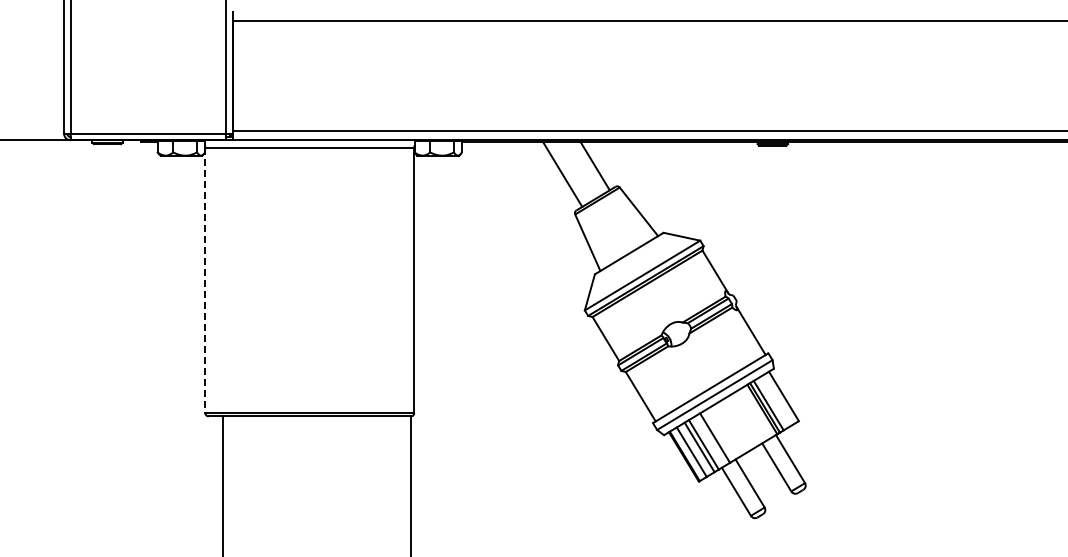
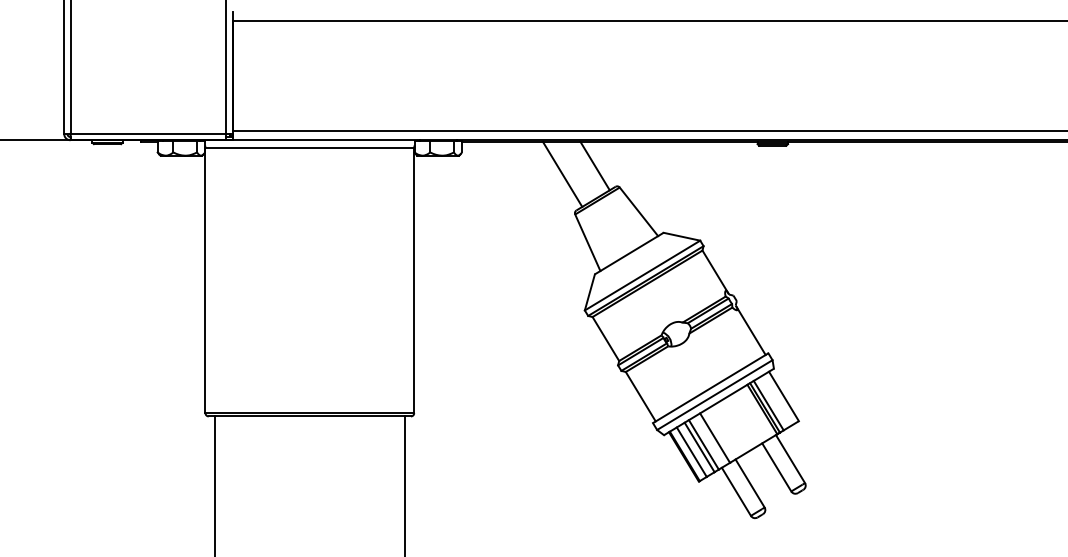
line at (205, 281): dashed -> solid
line at (223, 484) position: (223, 484) -> (215, 484)
line at (410, 484) position: (410, 484) -> (404, 484)
